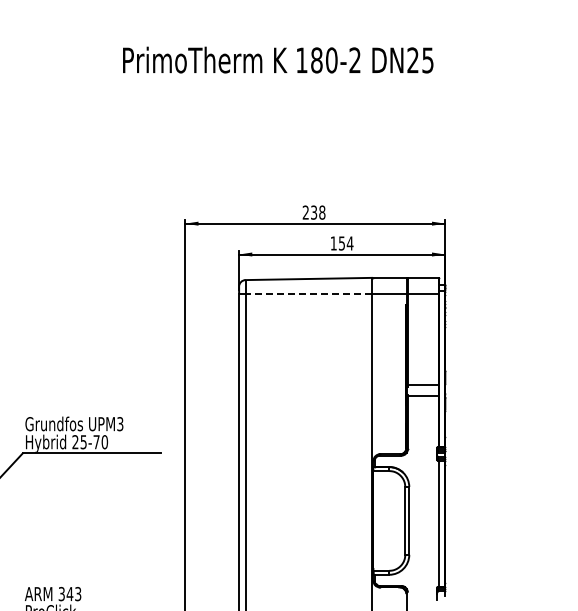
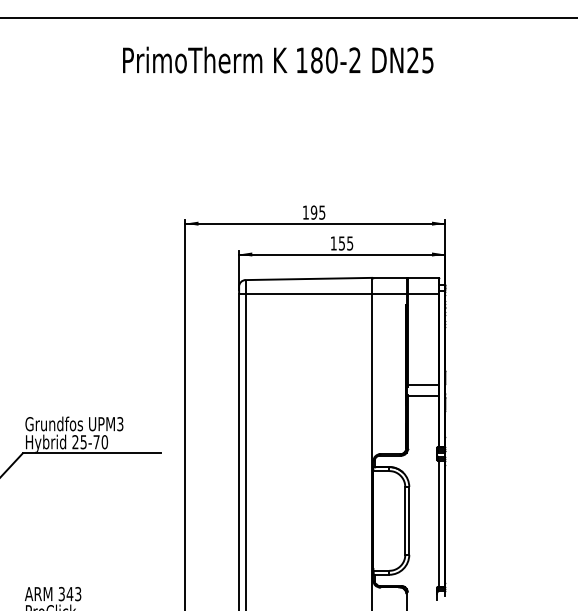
line at (288, 18): none -> present
text at (313, 212): 238 -> 195
text at (349, 243): 154 -> 155
line at (308, 293): dashed -> solid
